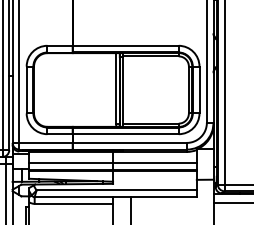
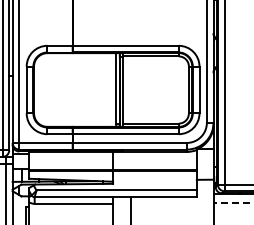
line at (112, 162): present -> none
line at (233, 203): solid -> dashed
